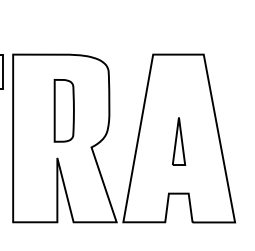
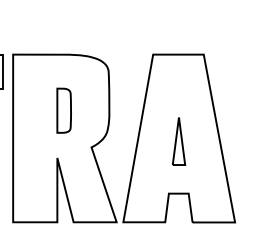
part at (63, 110) size: 22x64 px -> 16x47 px
